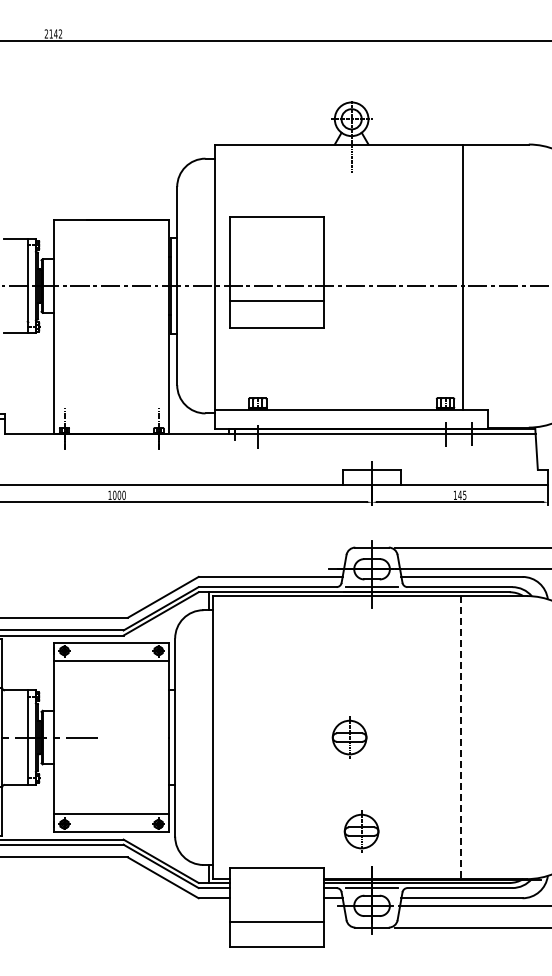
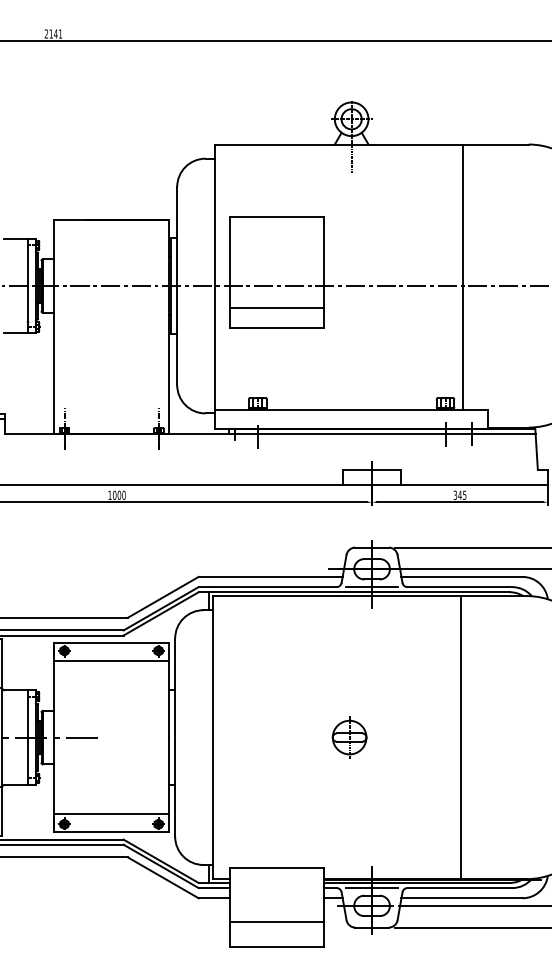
text at (60, 33): 2142 -> 2141
line at (276, 301) position: (276, 301) -> (276, 308)
text at (455, 494): 145 -> 345
line at (460, 737): dashed -> solid
part at (361, 831): present -> none
